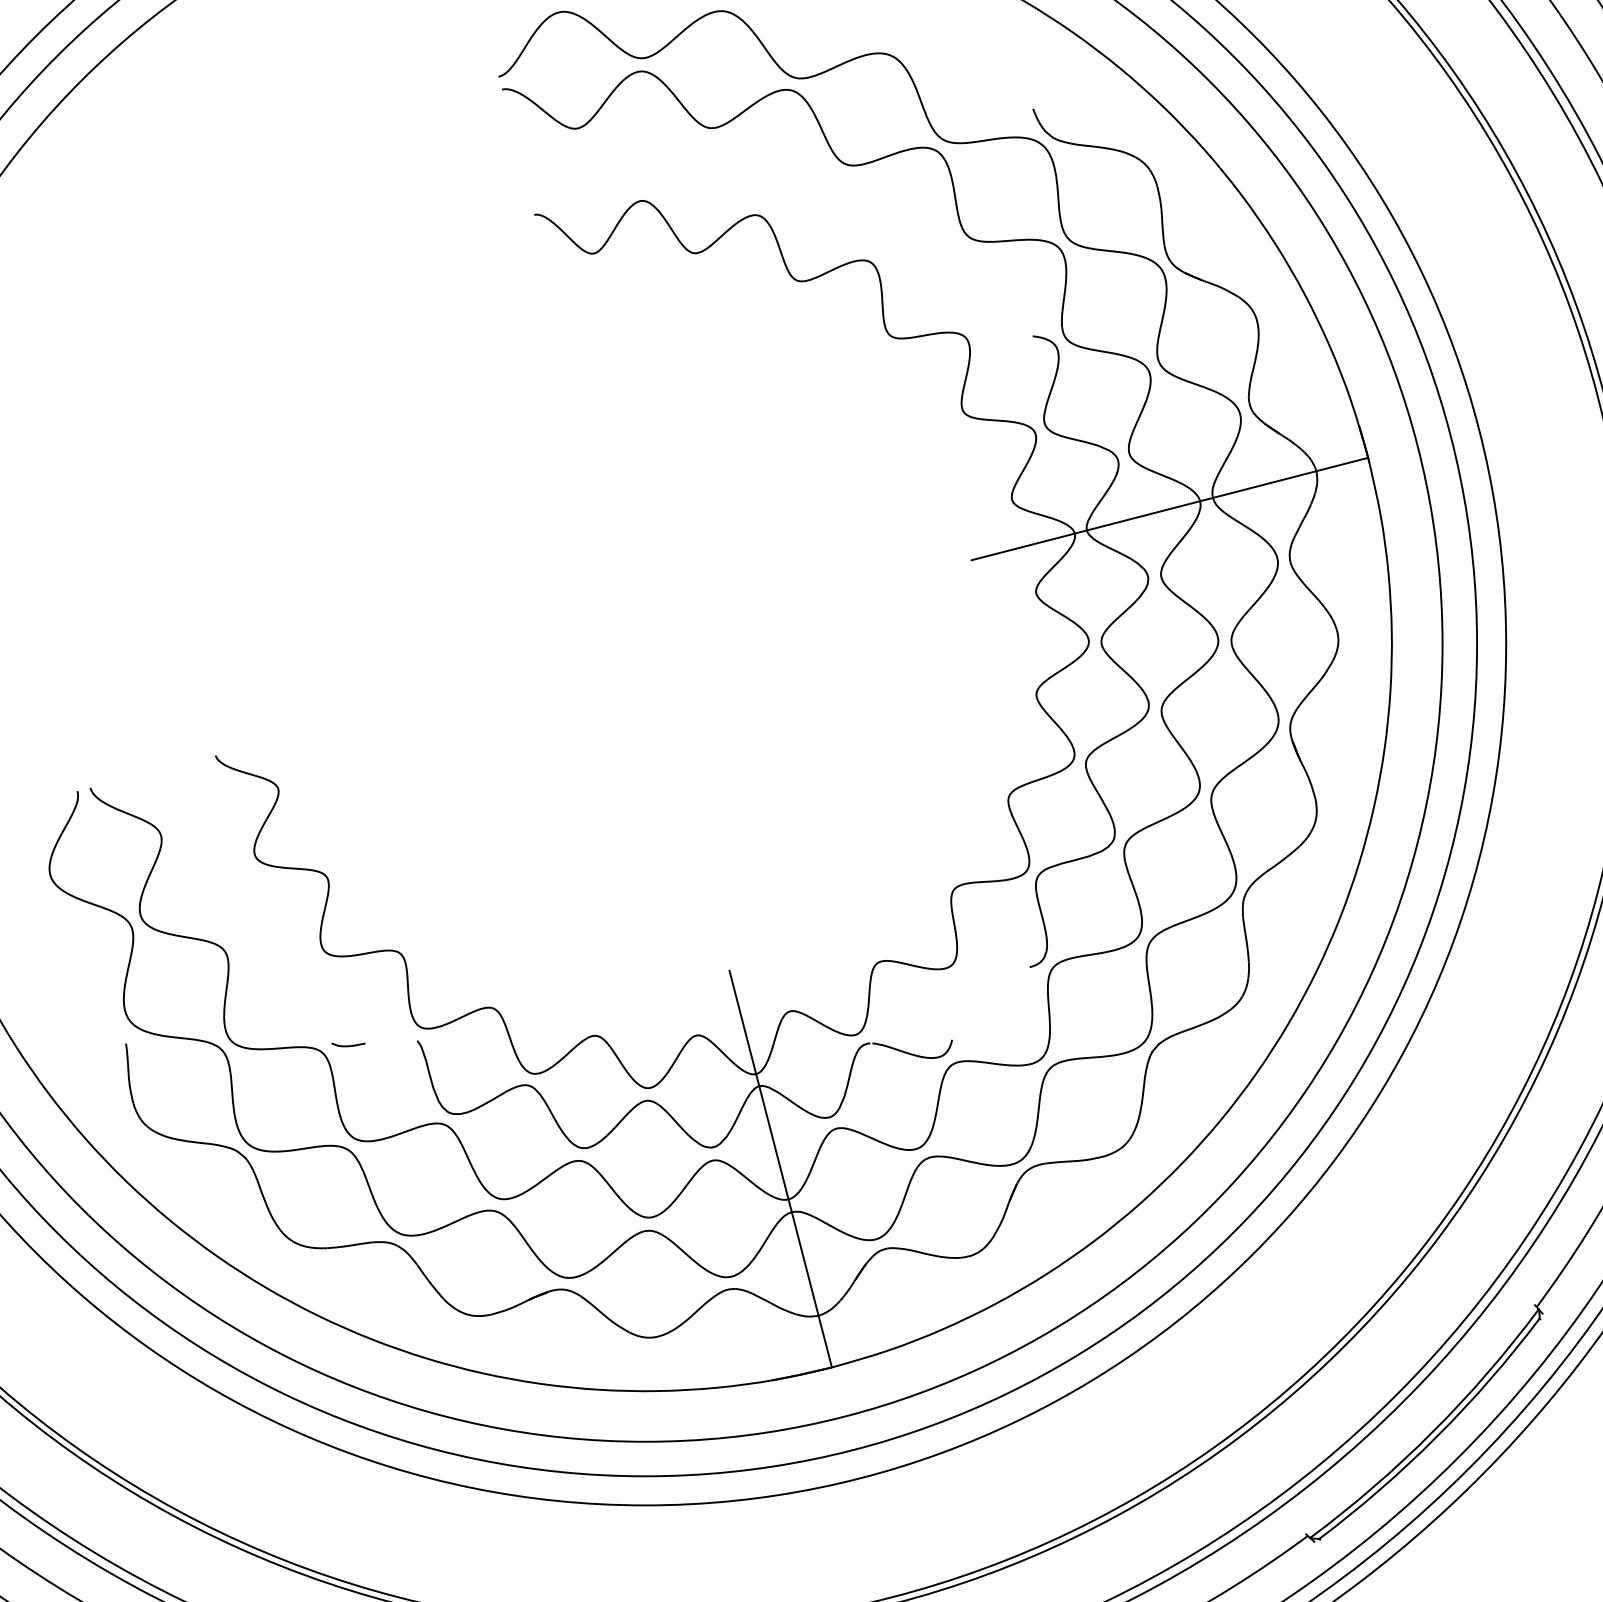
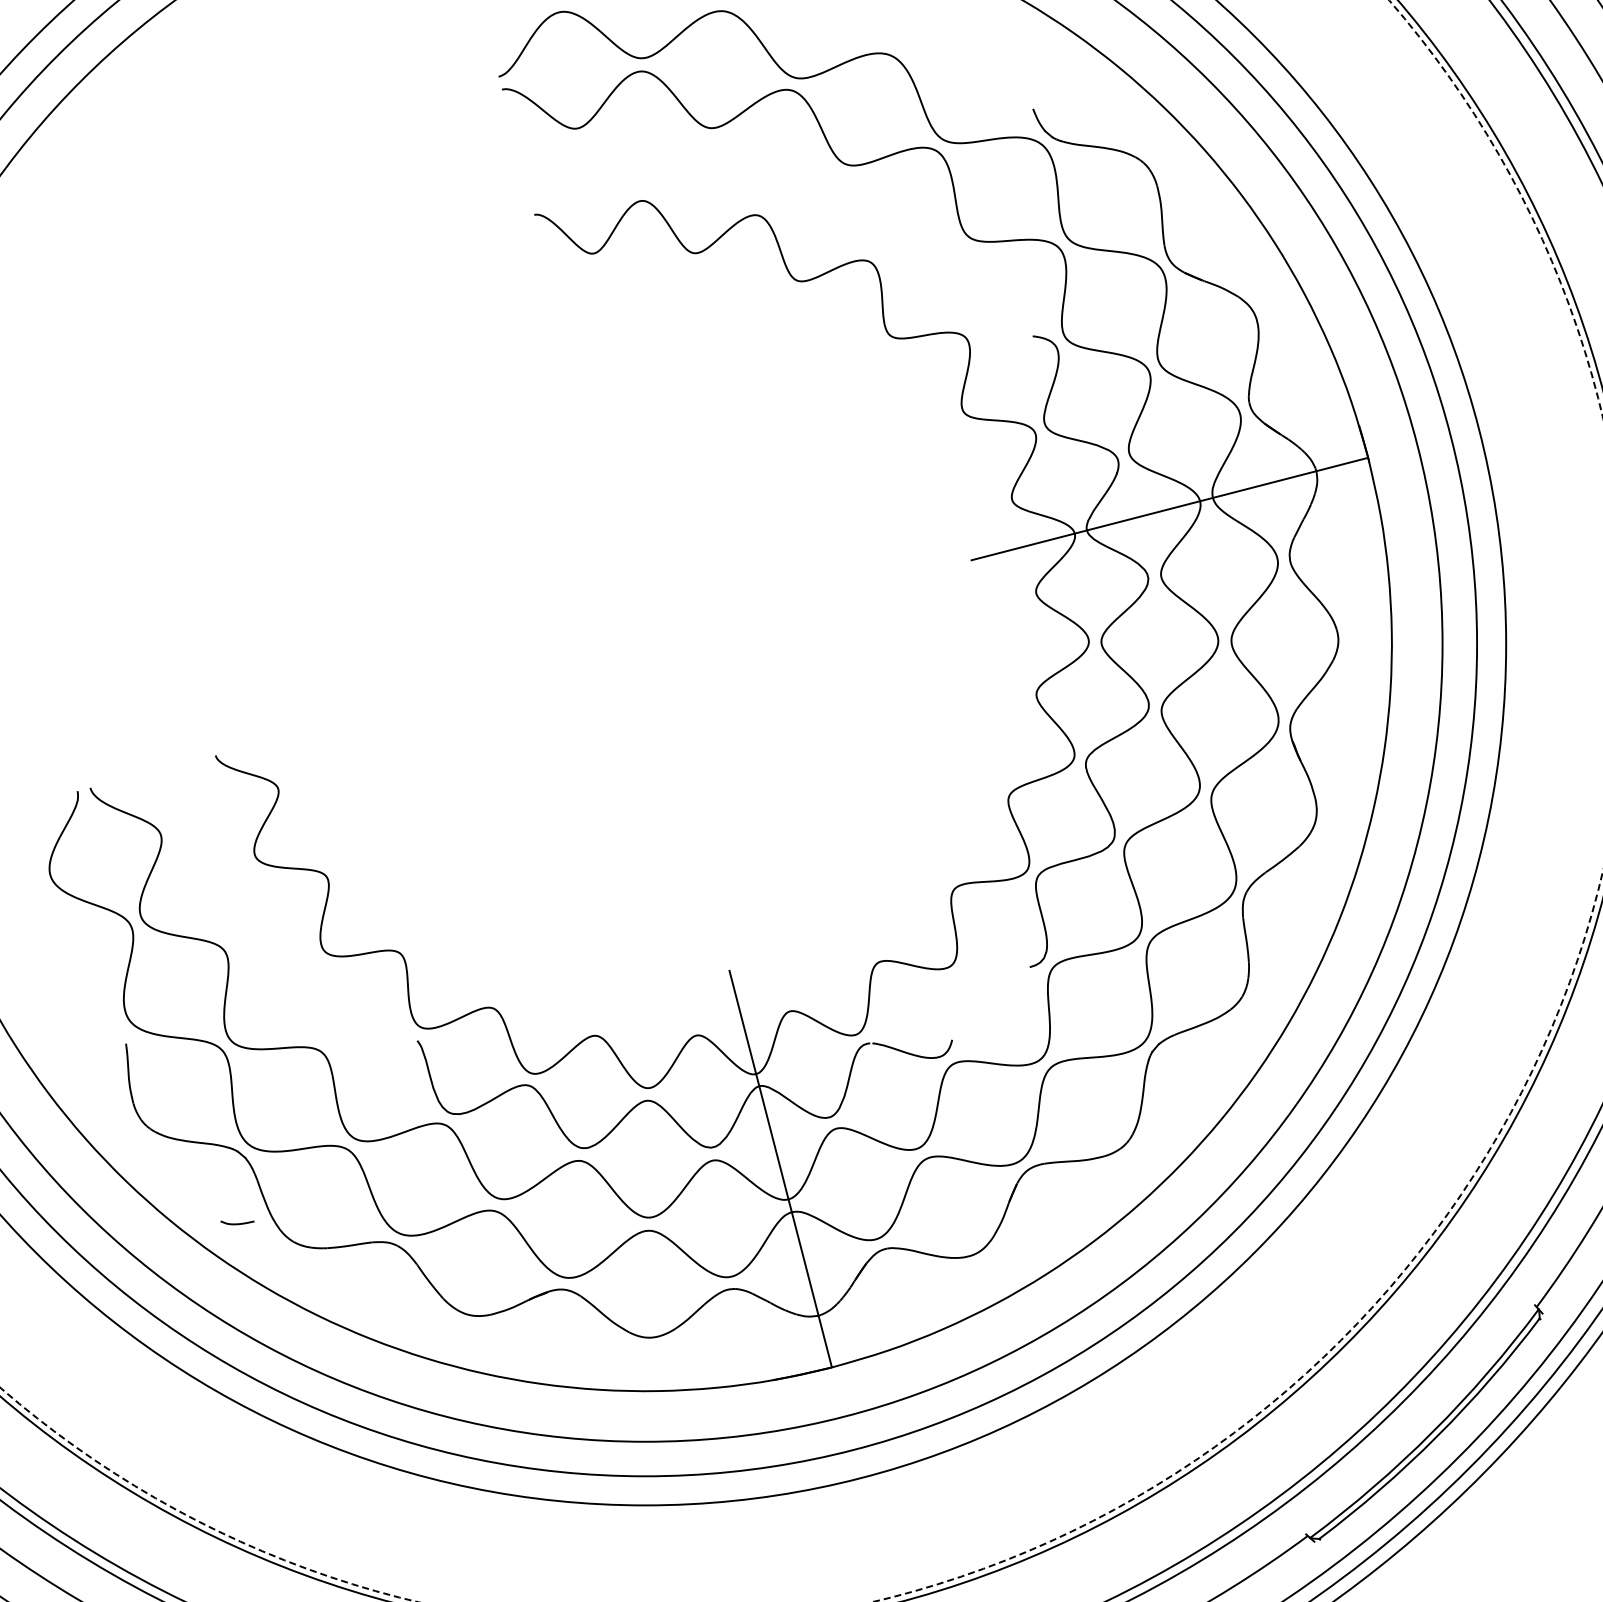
circle at (801, 800): solid -> dashed
curve at (348, 1045) position: (348, 1045) -> (237, 1223)
